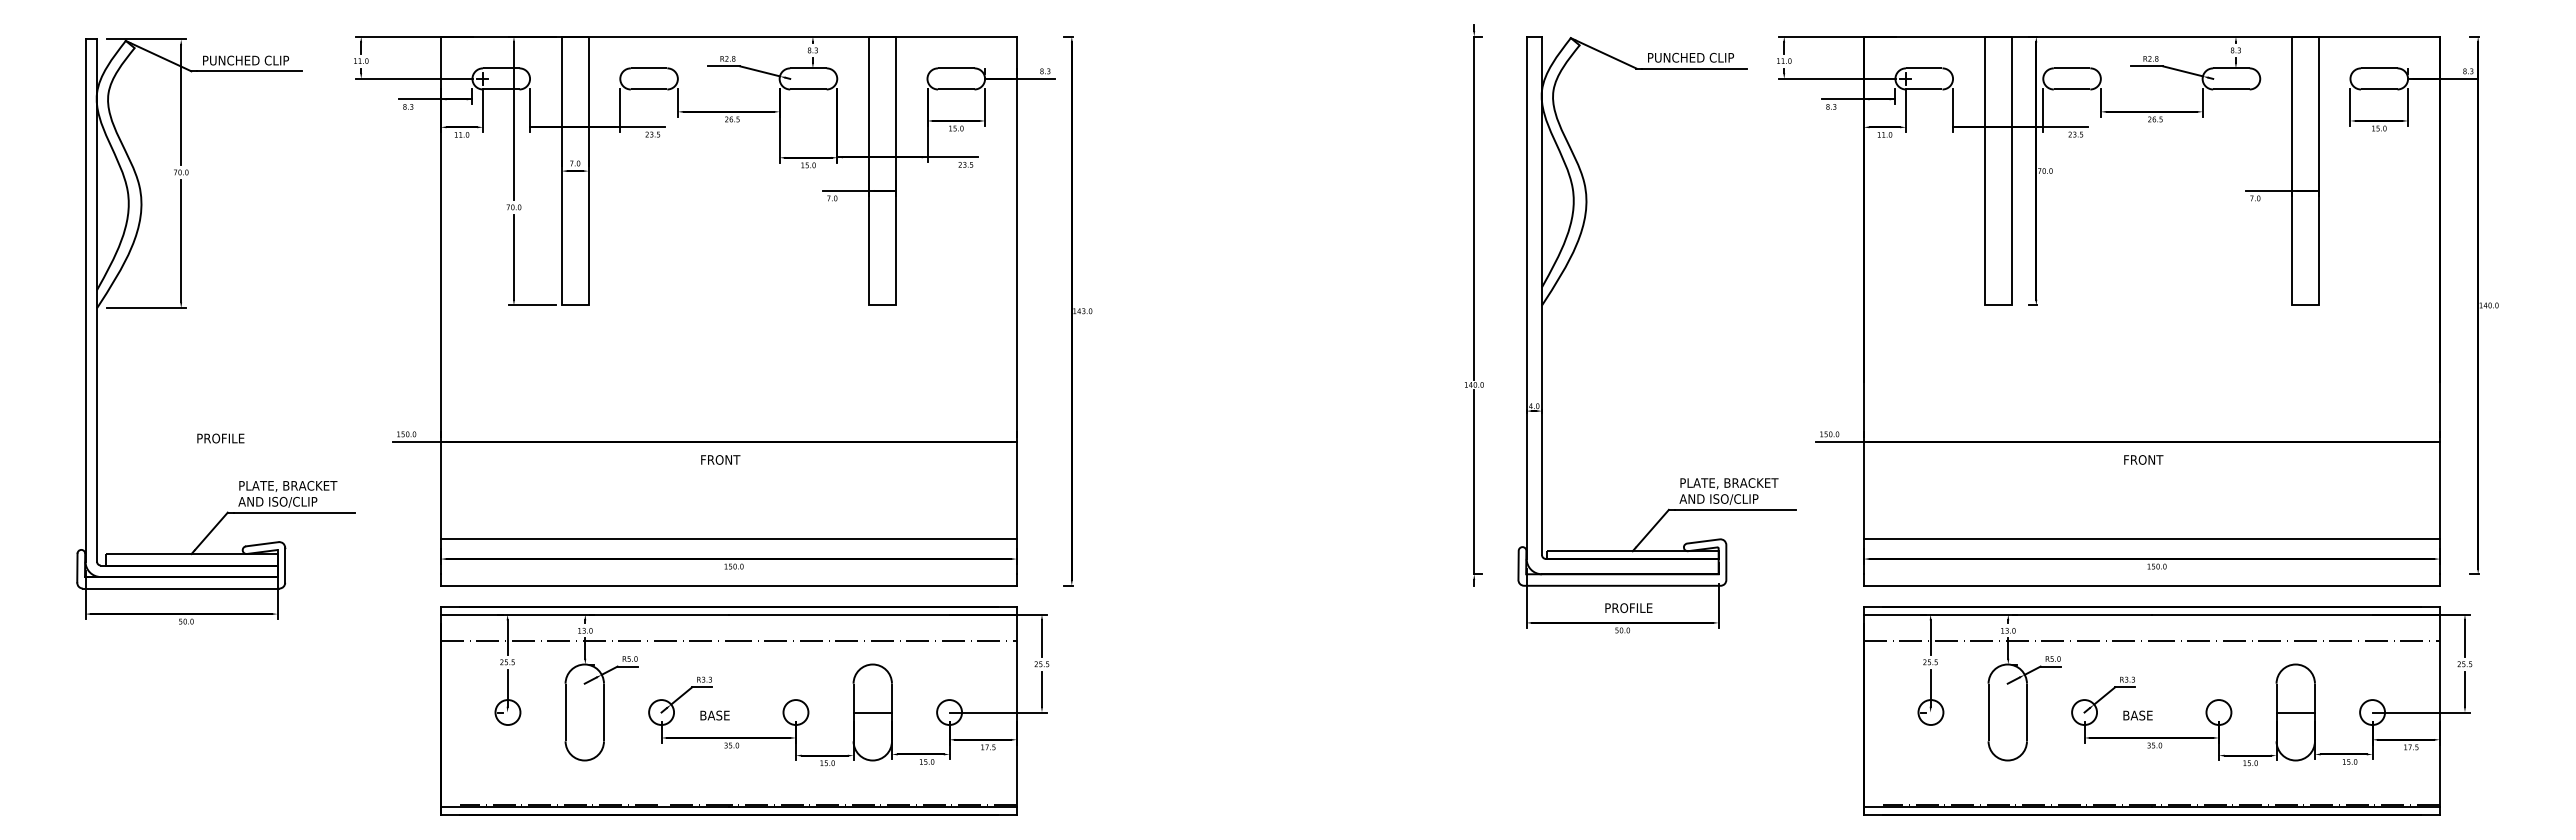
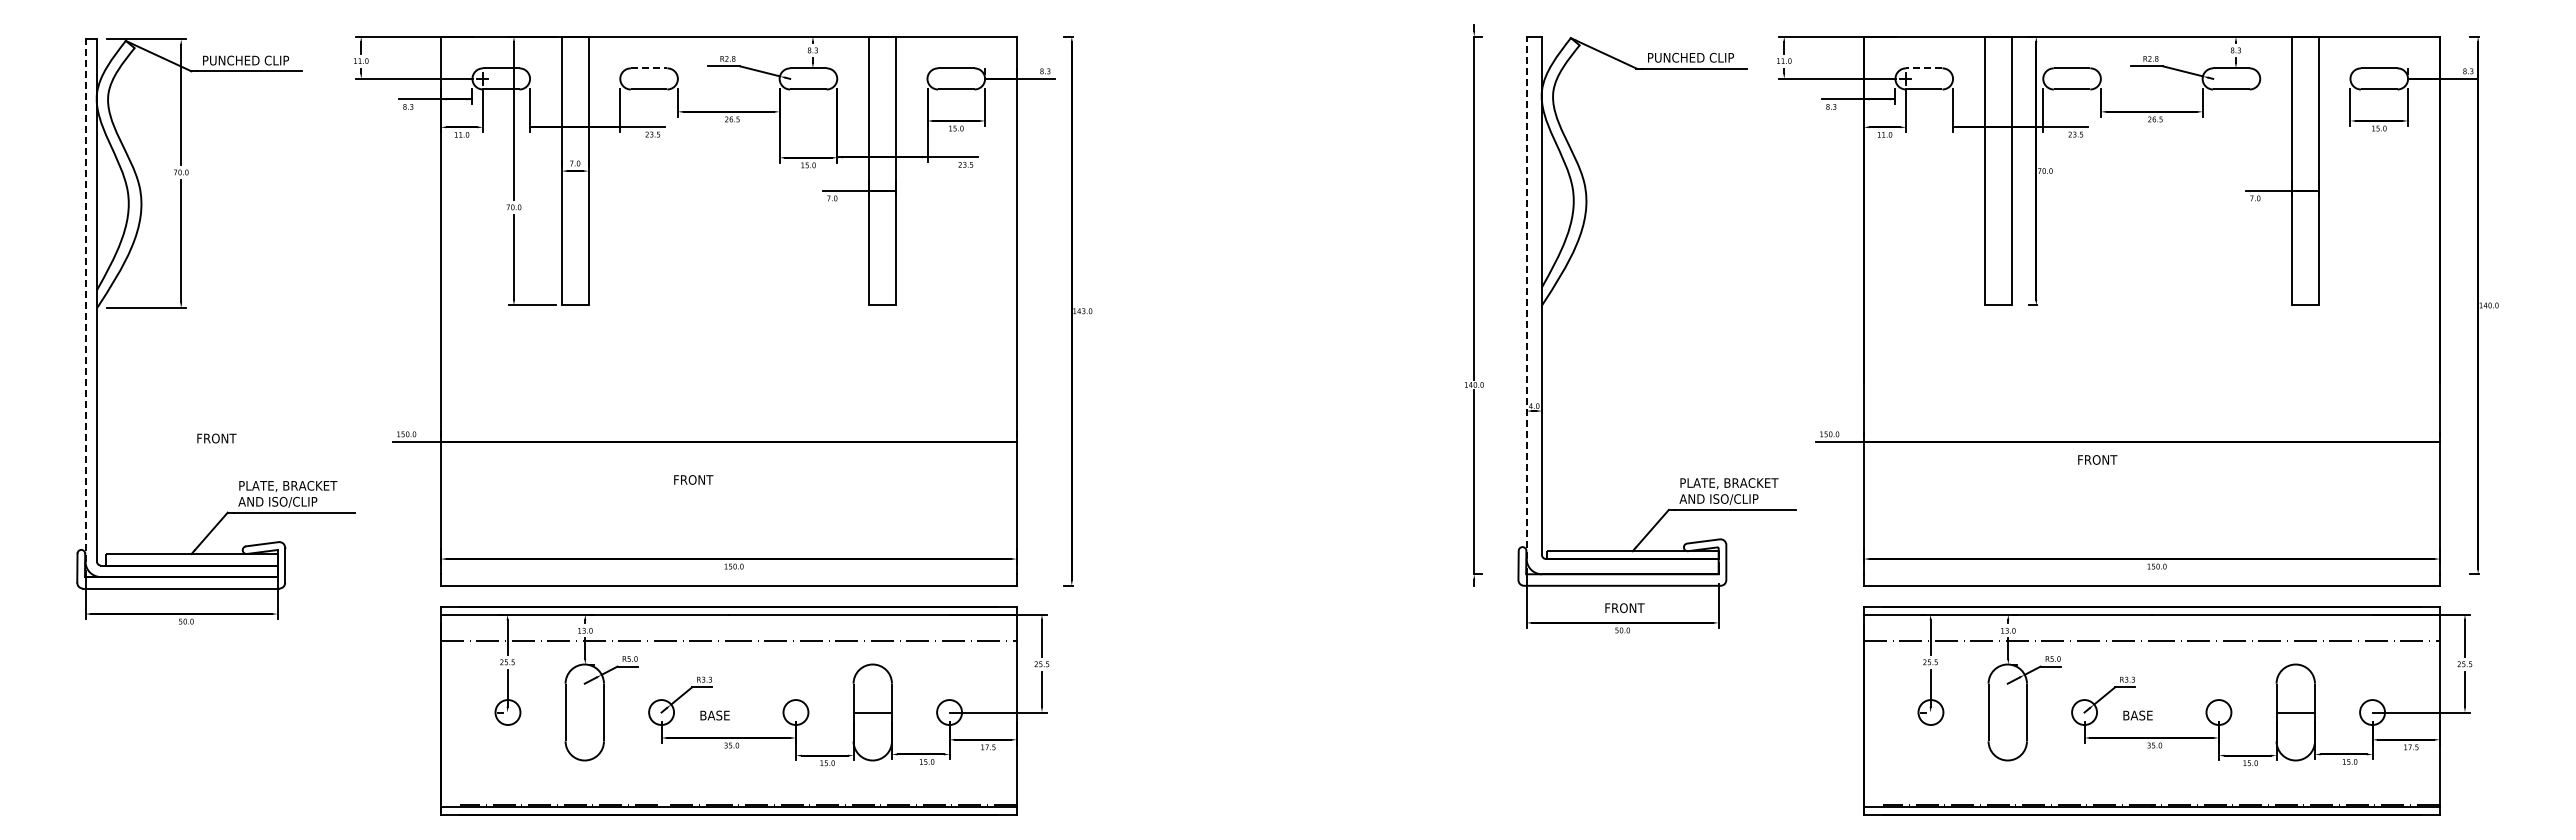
line at (649, 68): solid -> dashed
line at (1923, 68): solid -> dashed
line at (1526, 297): solid -> dashed
line at (85, 300): solid -> dashed
text at (221, 438): PROFILE -> FRONT
text at (720, 459) position: (720, 459) -> (693, 479)
text at (2143, 459) position: (2143, 459) -> (2097, 459)
line at (728, 539): present -> none
line at (2151, 539): present -> none
text at (1629, 607): PROFILE -> FRONT
